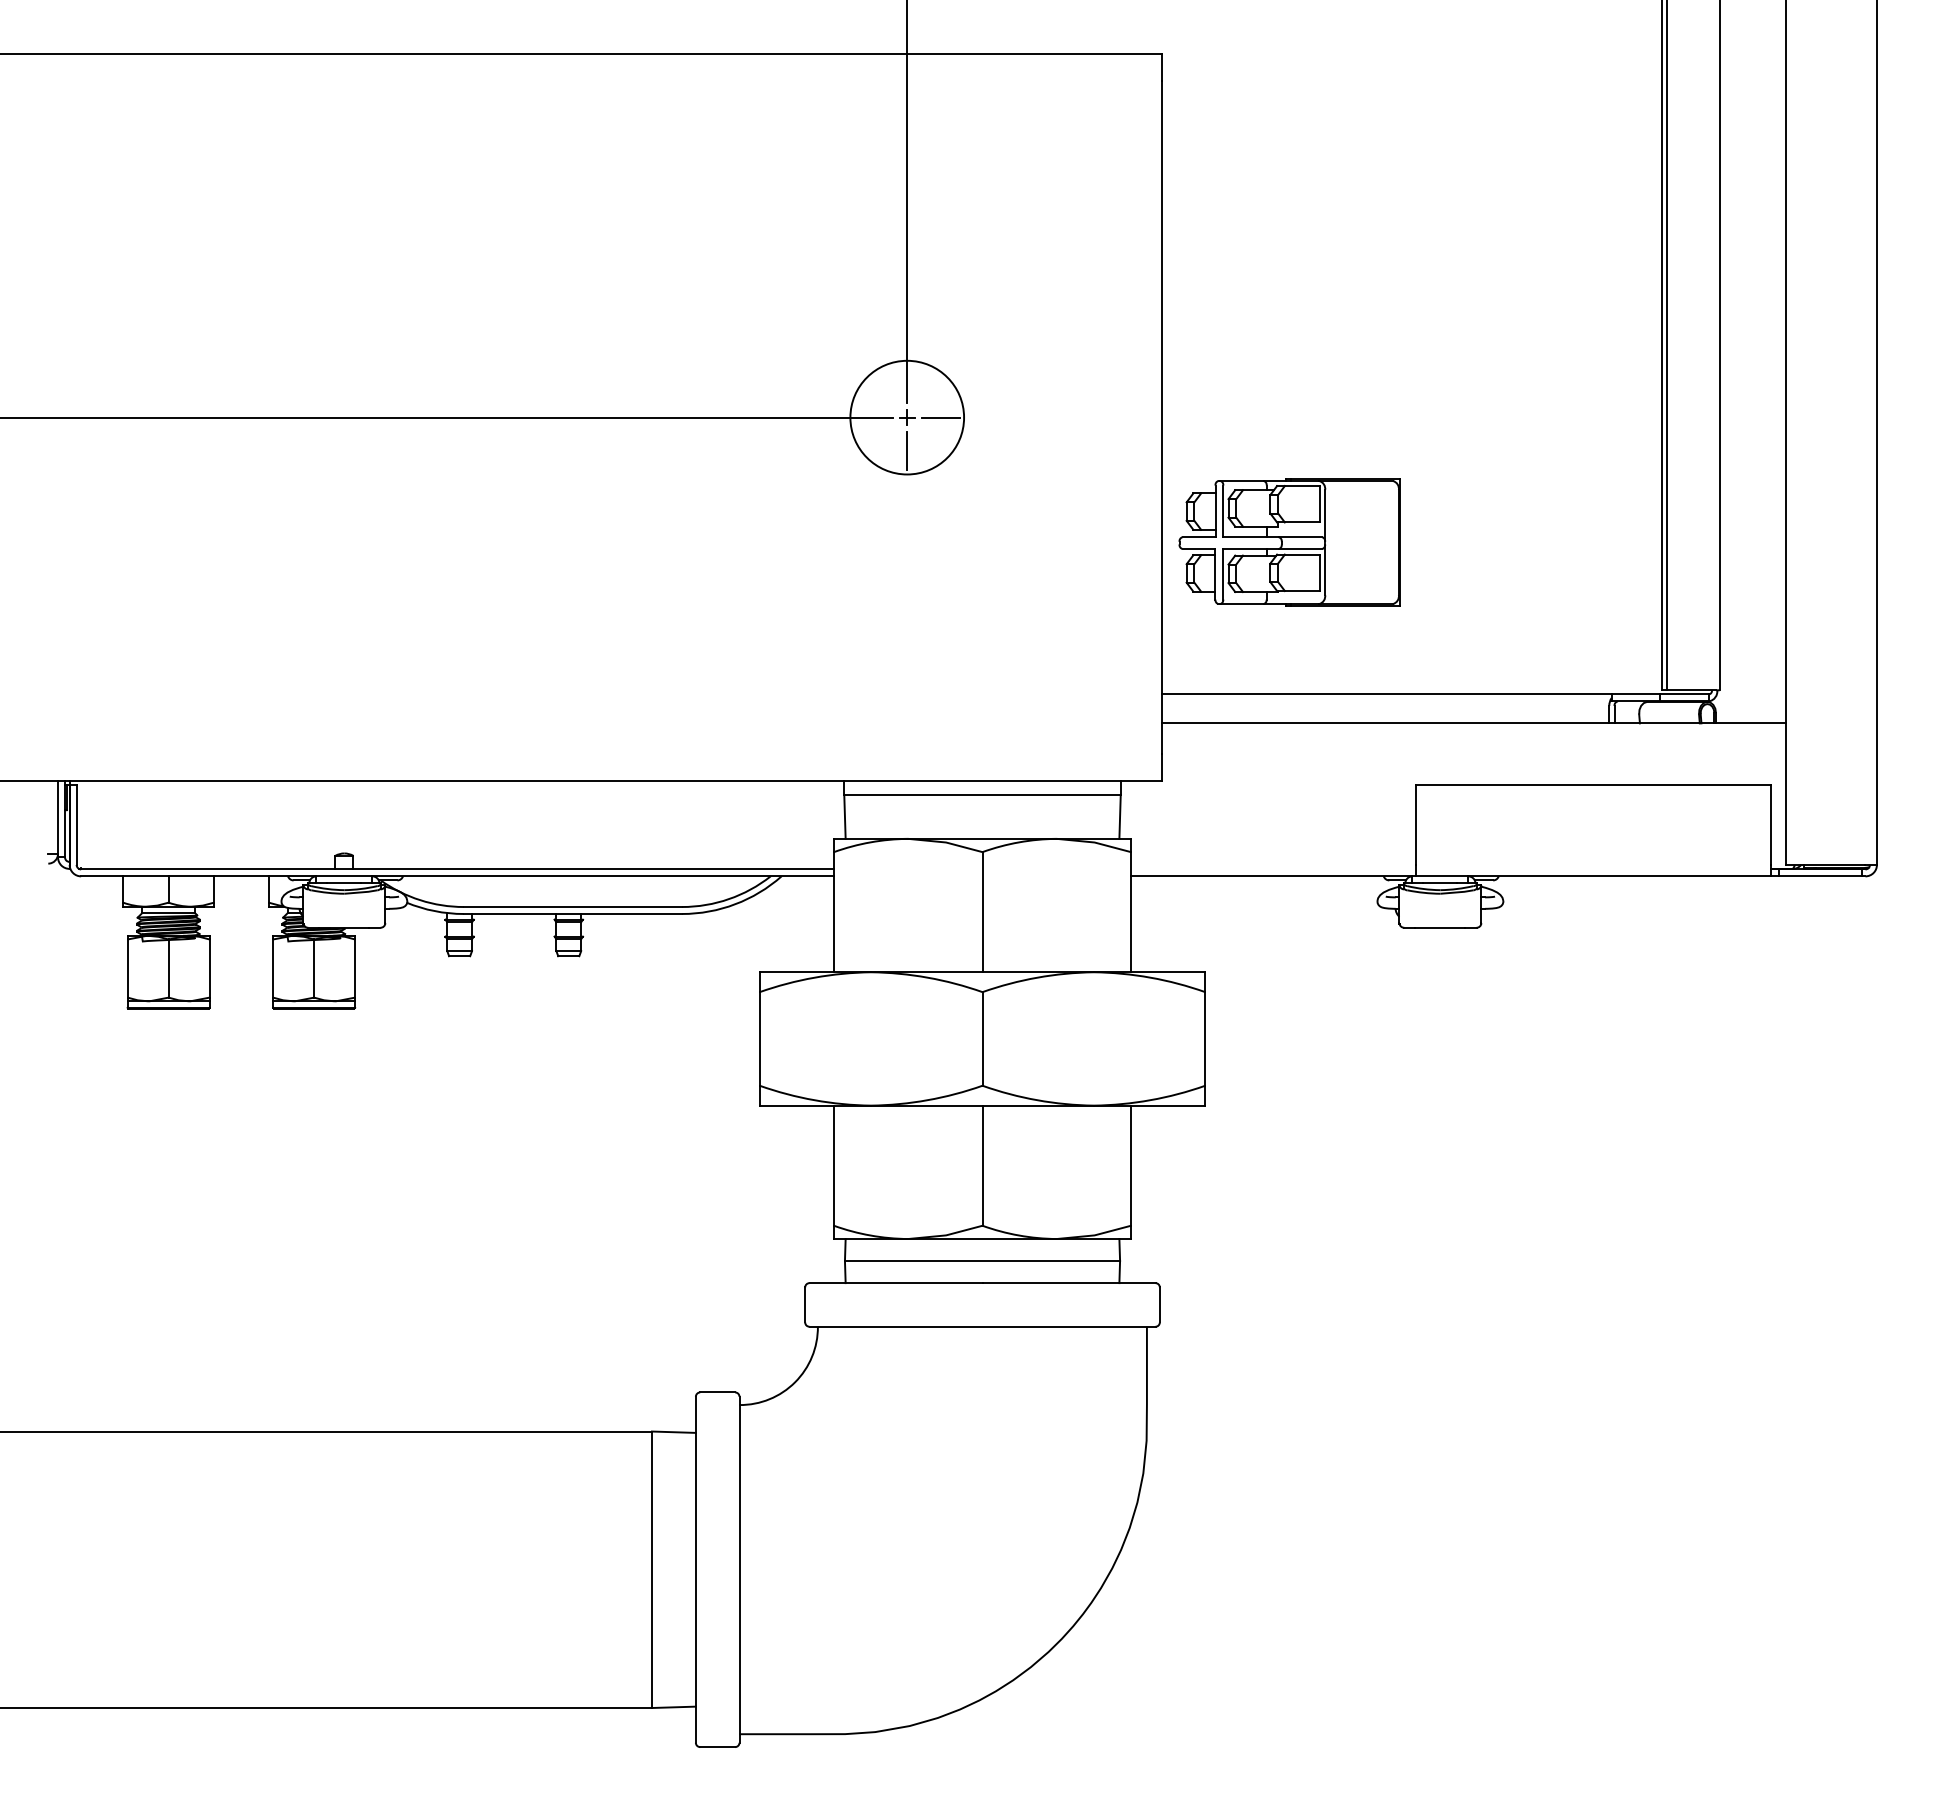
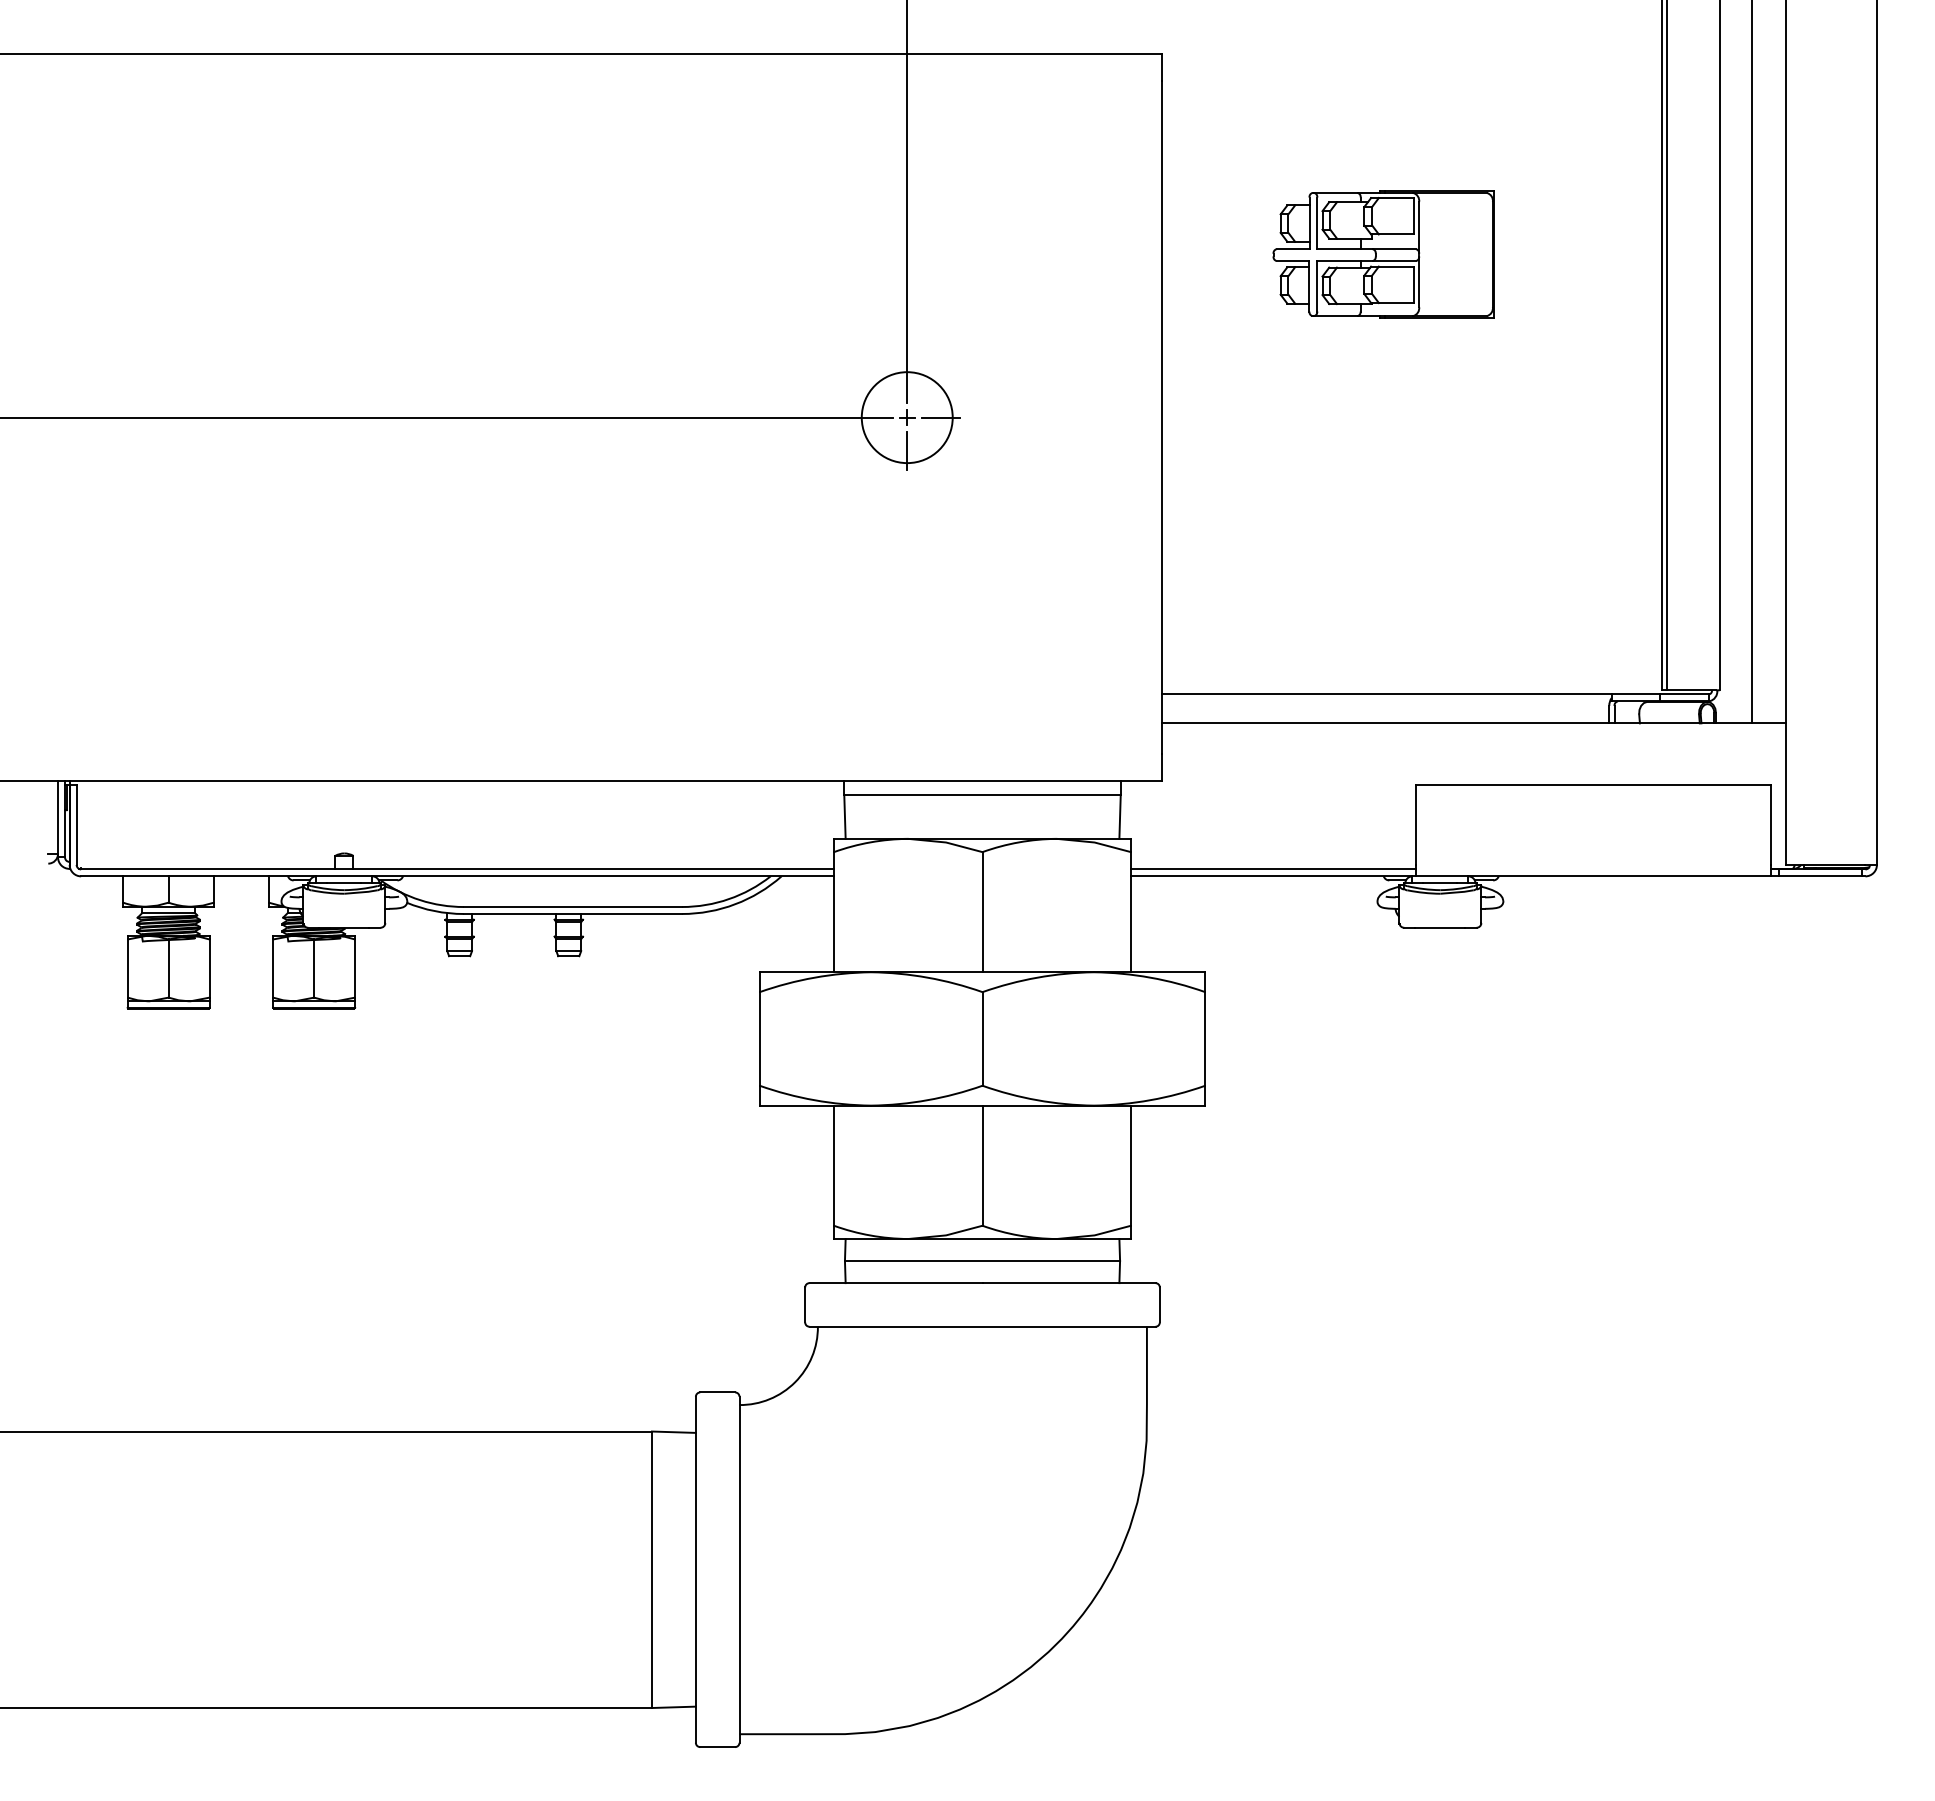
line at (1752, 362): none -> present
circle at (907, 417) diameter: 114 px -> 91 px
part at (1289, 542) position: (1289, 542) -> (1383, 254)
line at (1273, 869): none -> present
